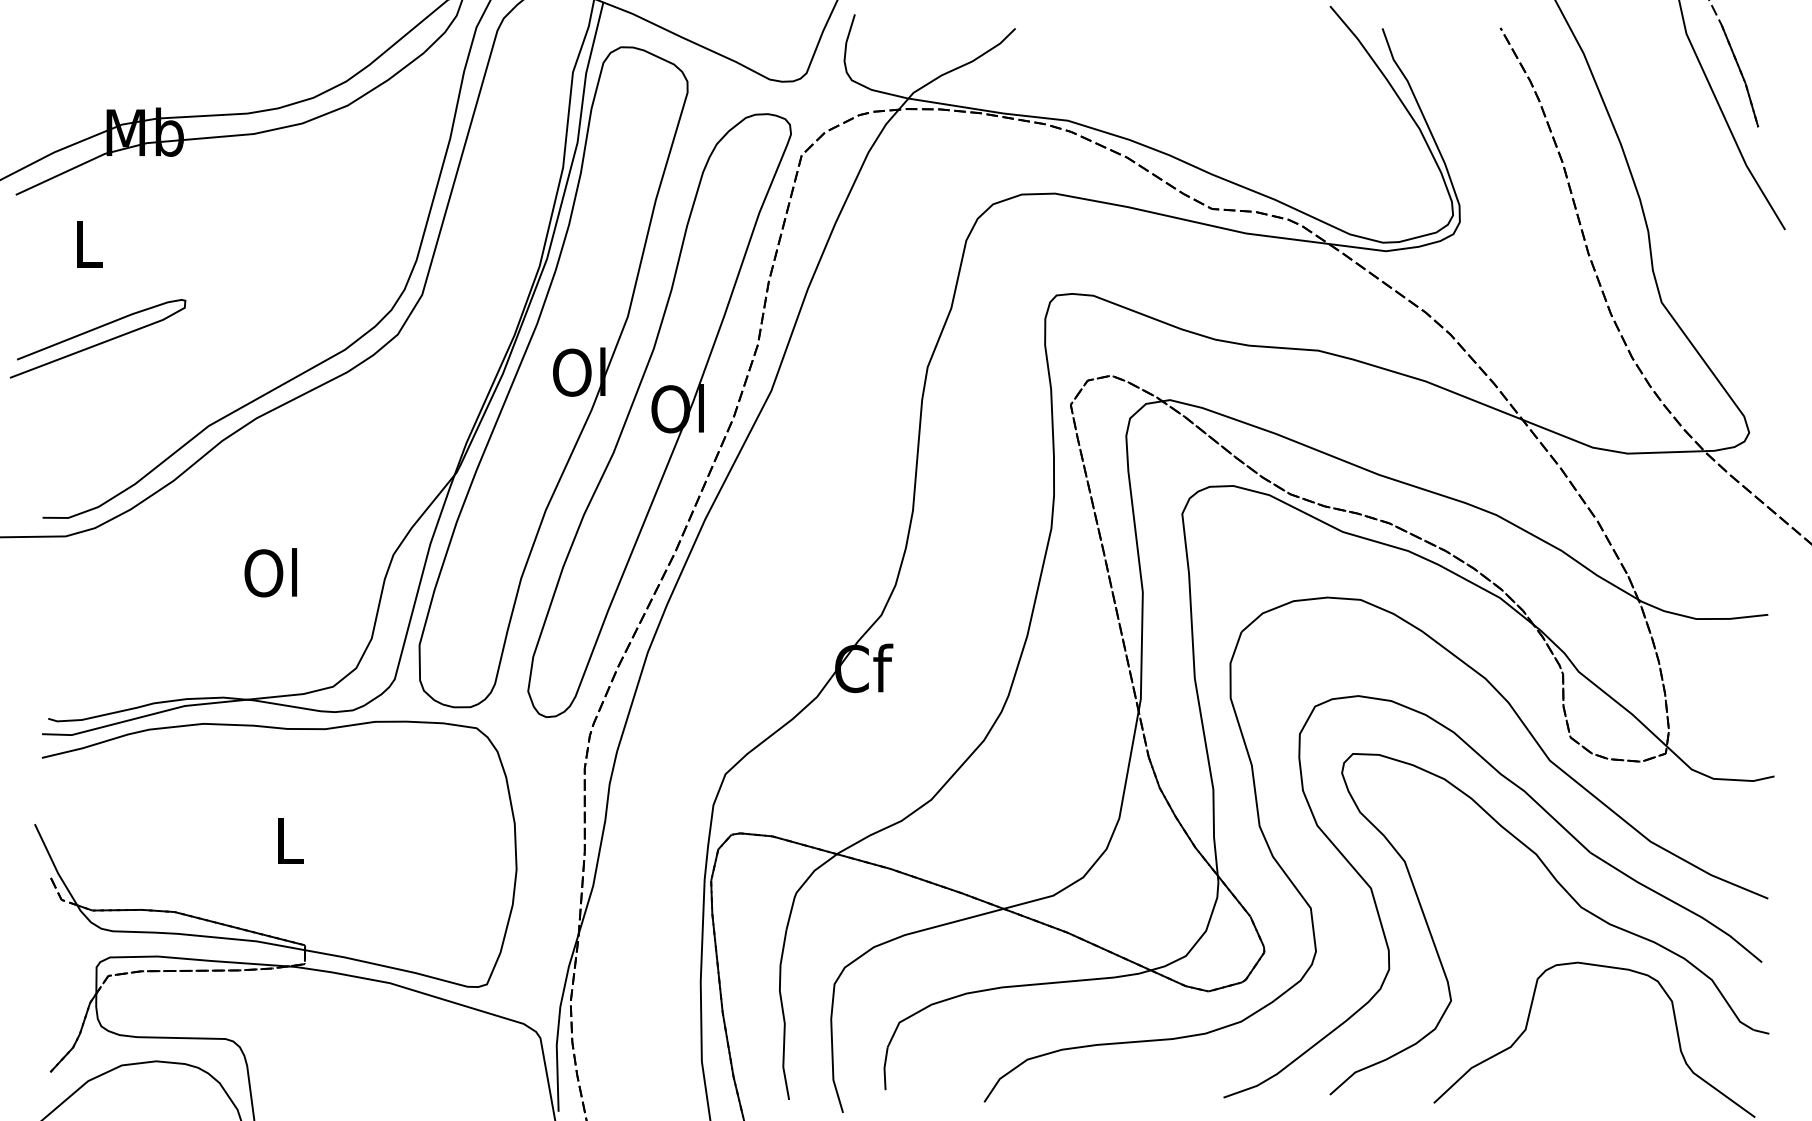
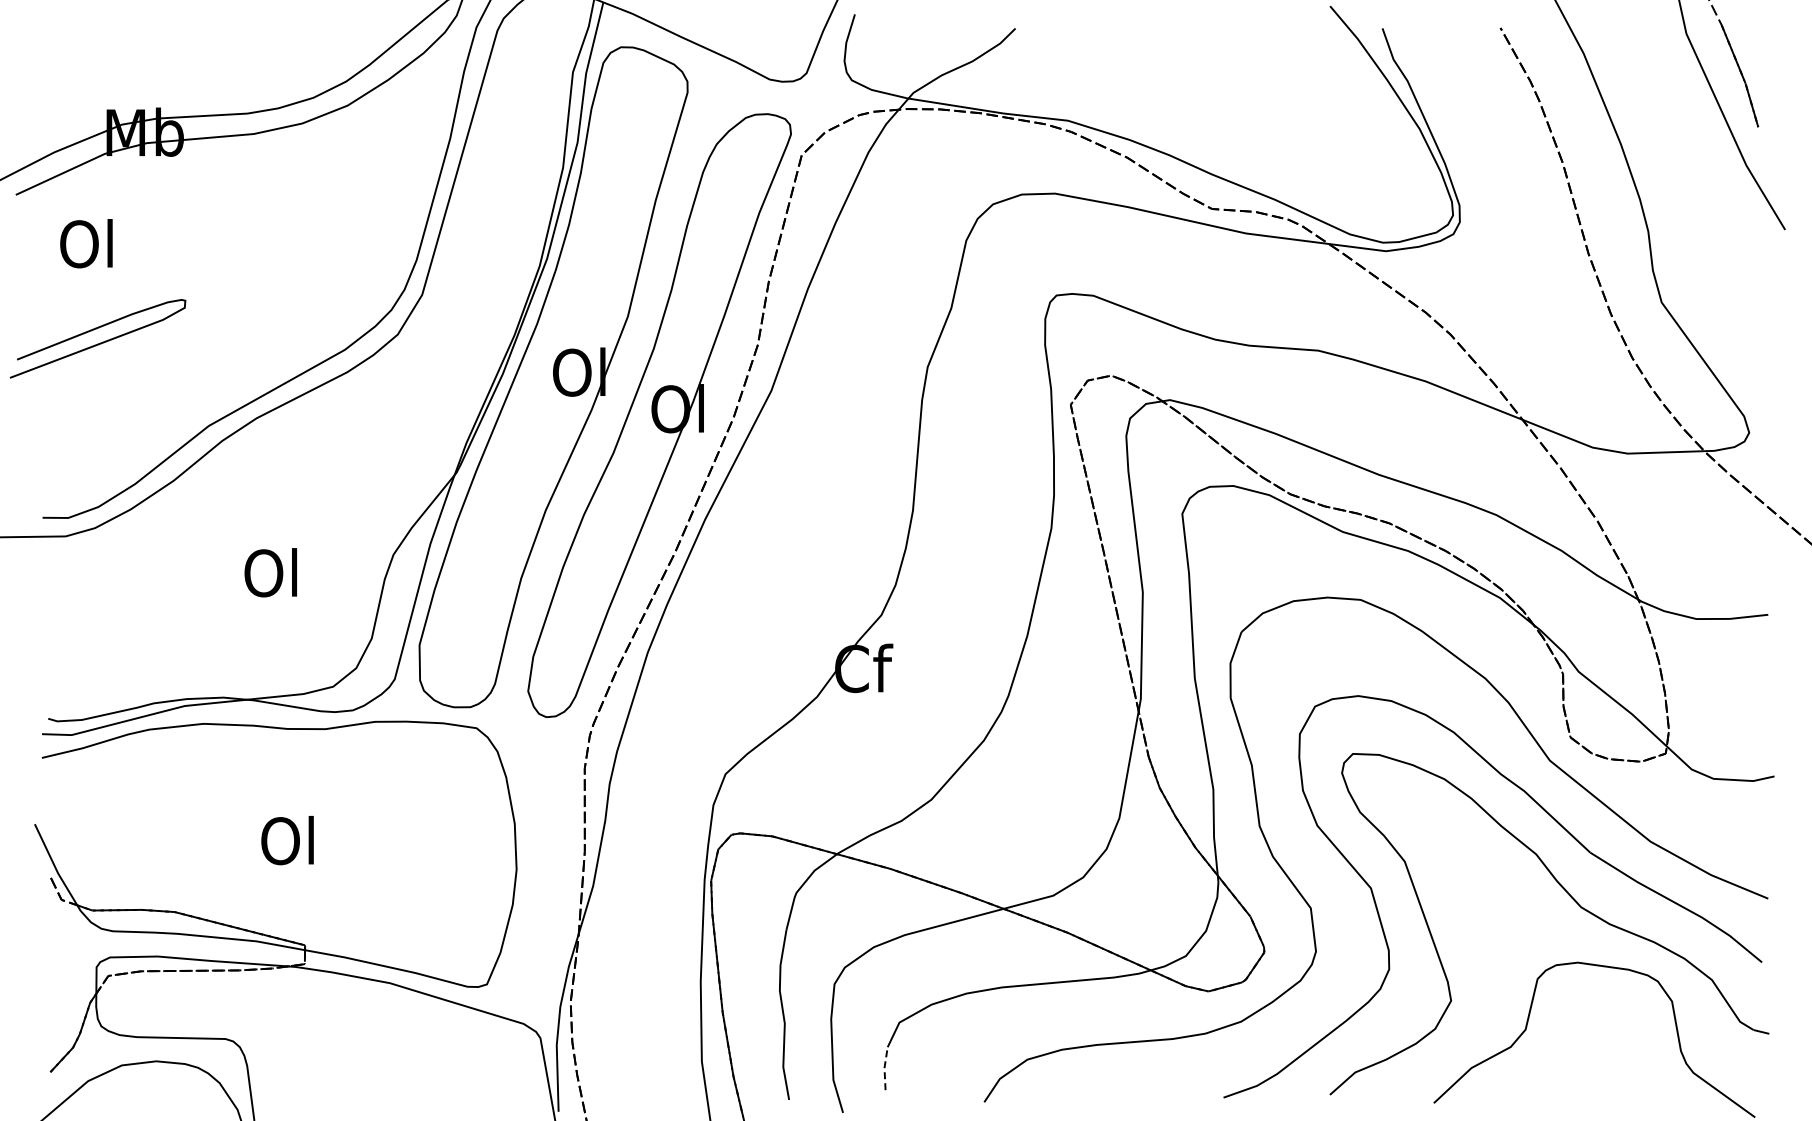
text at (86, 243): L -> Ol
text at (287, 840): L -> Ol
line at (884, 1068): solid -> dashed
